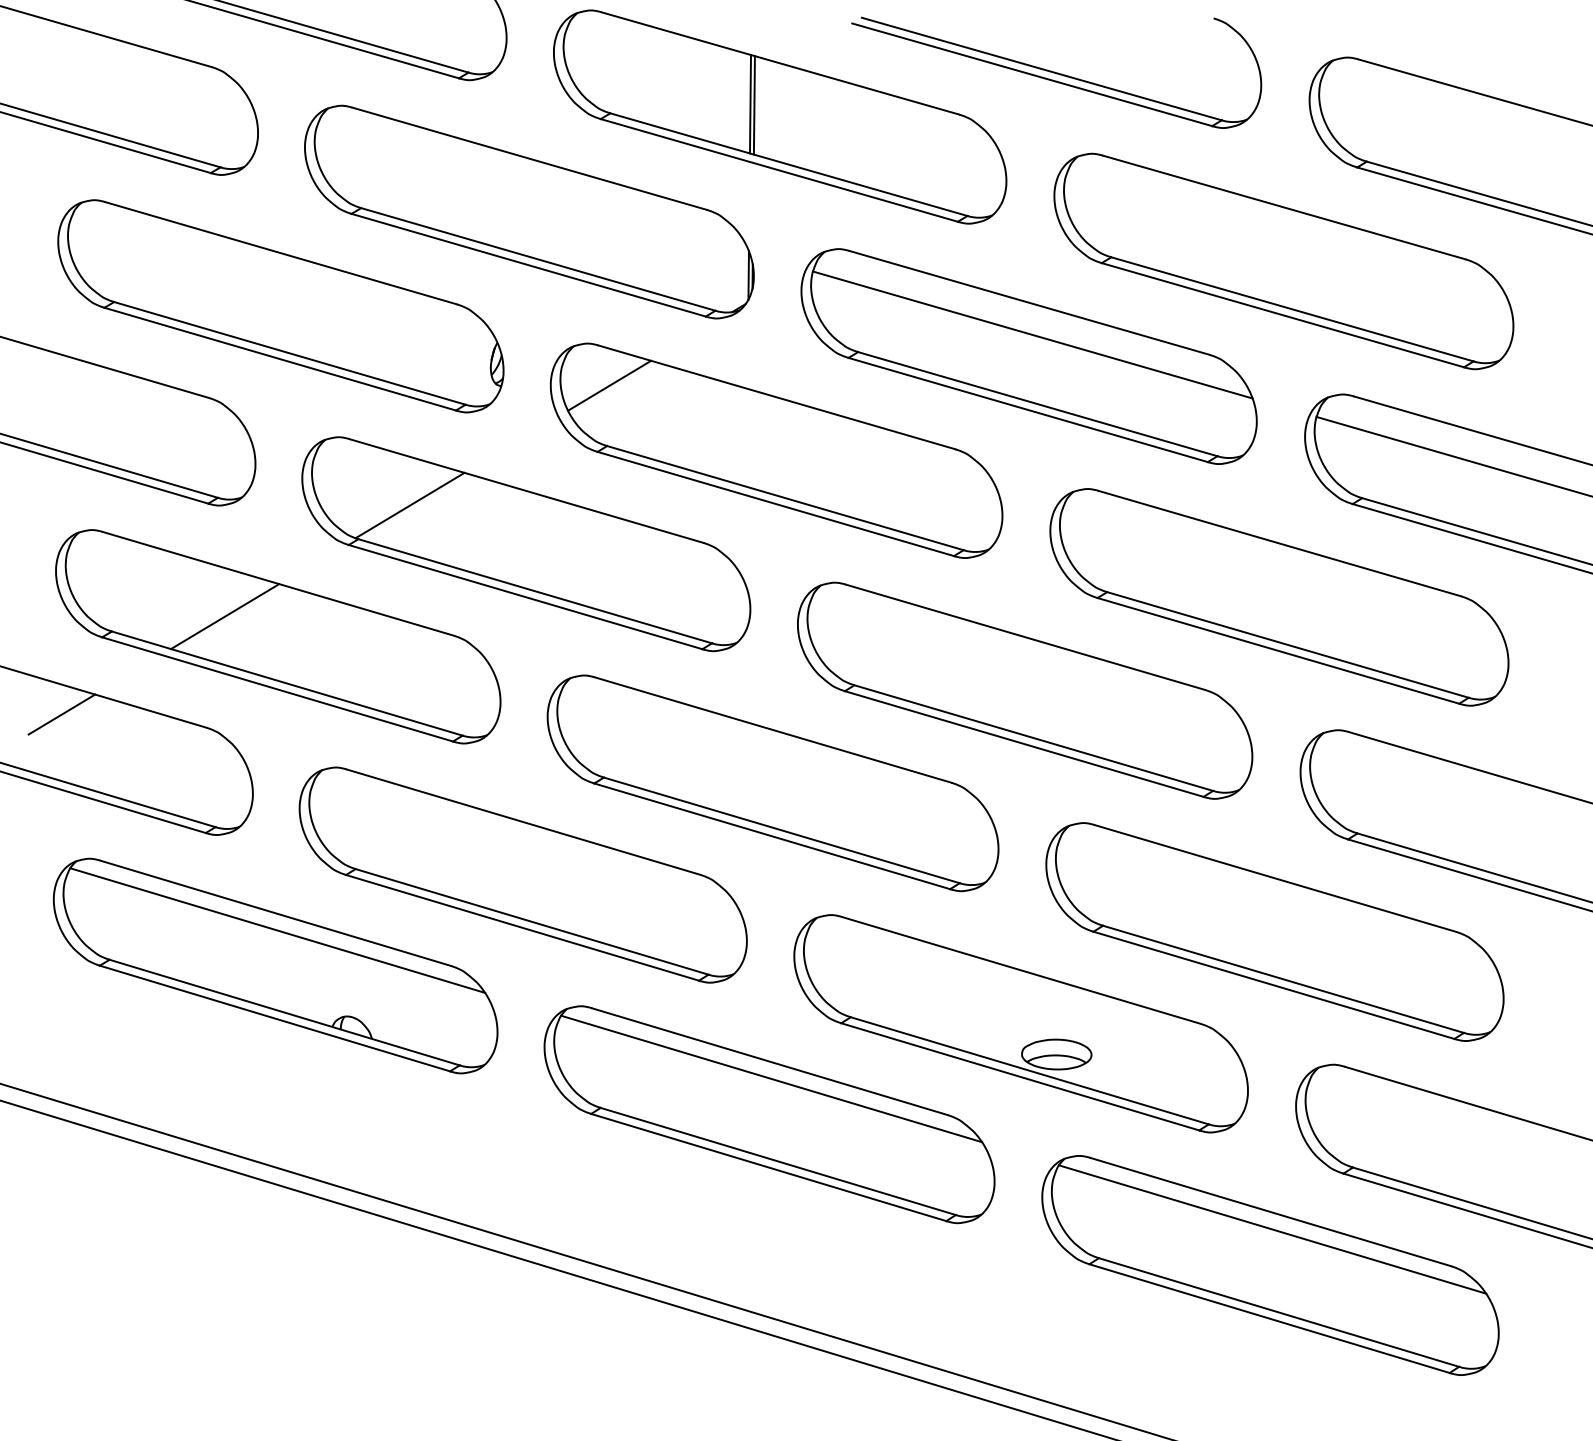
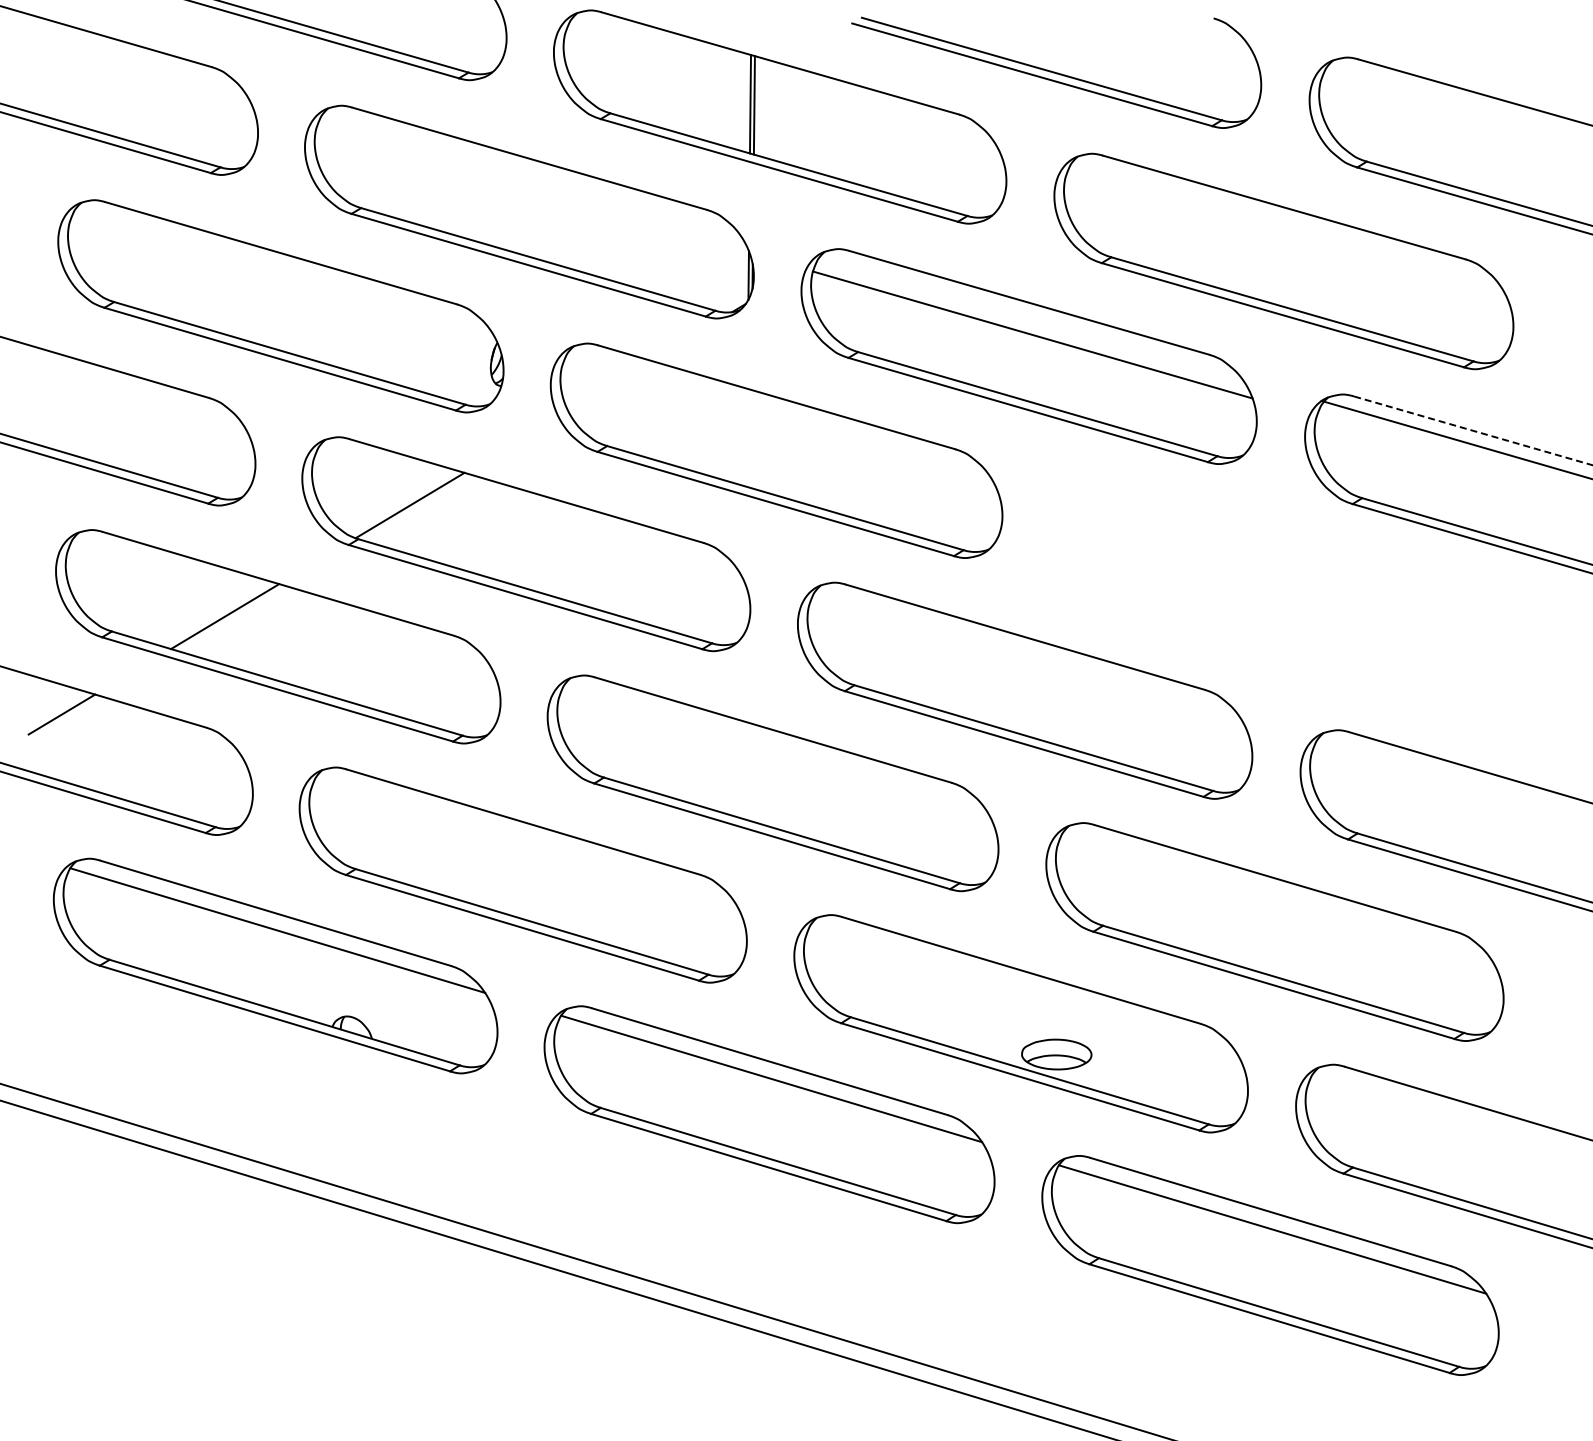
line at (609, 385): present -> none
line at (1473, 430): solid -> dashed
line at (1452, 455) position: (1452, 455) -> (1455, 439)
part at (1279, 597): present -> none
